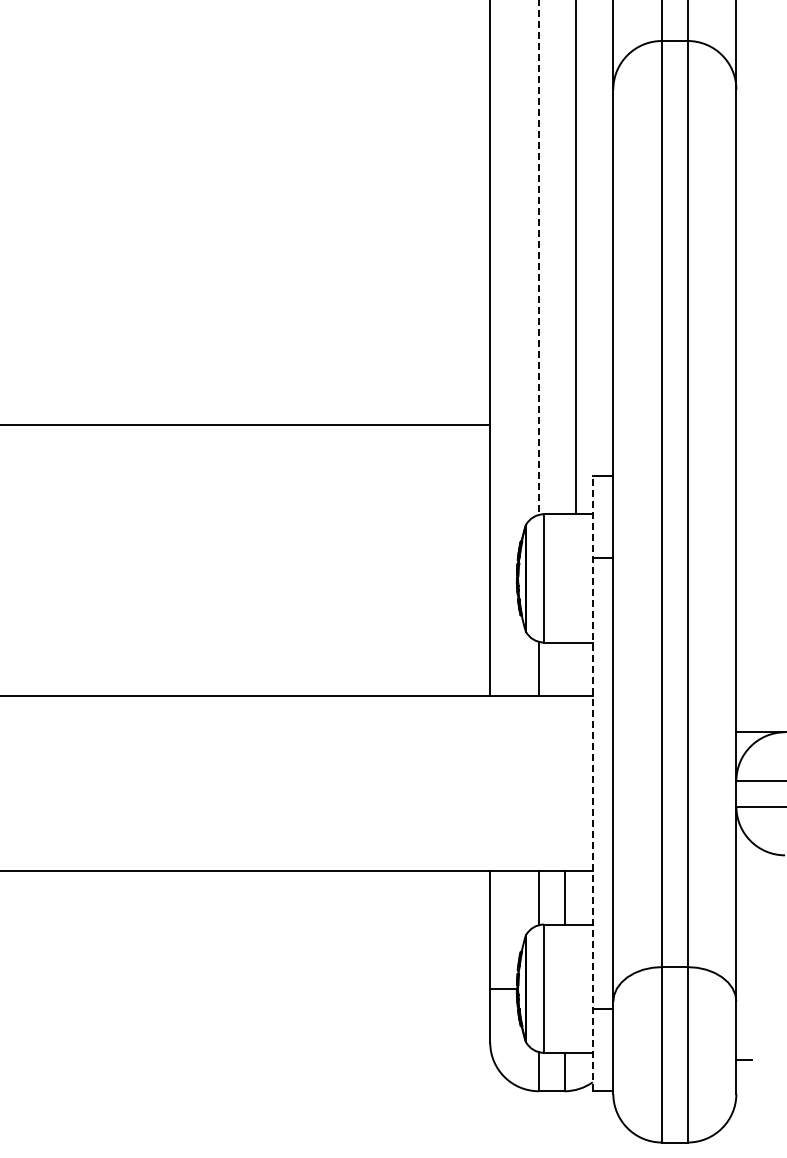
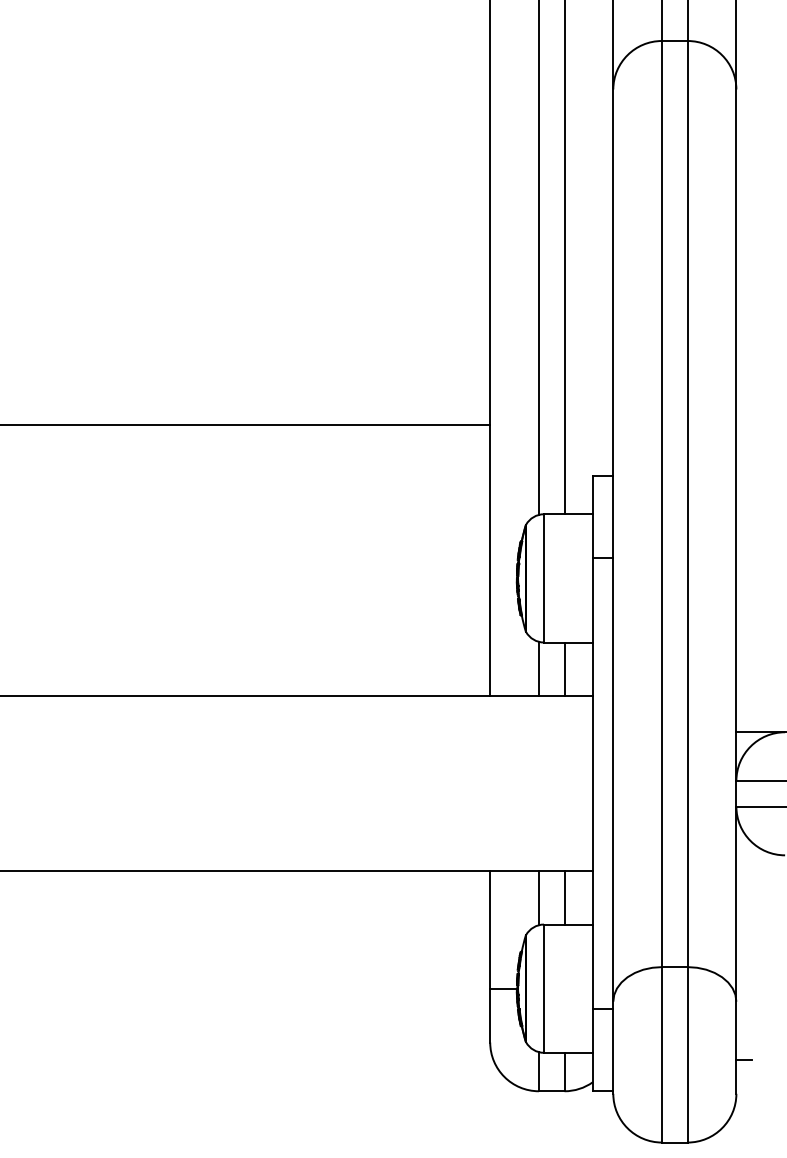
line at (538, 258): dashed -> solid
line at (575, 258) position: (575, 258) -> (564, 258)
line at (564, 669): none -> present
line at (592, 783): dashed -> solid
